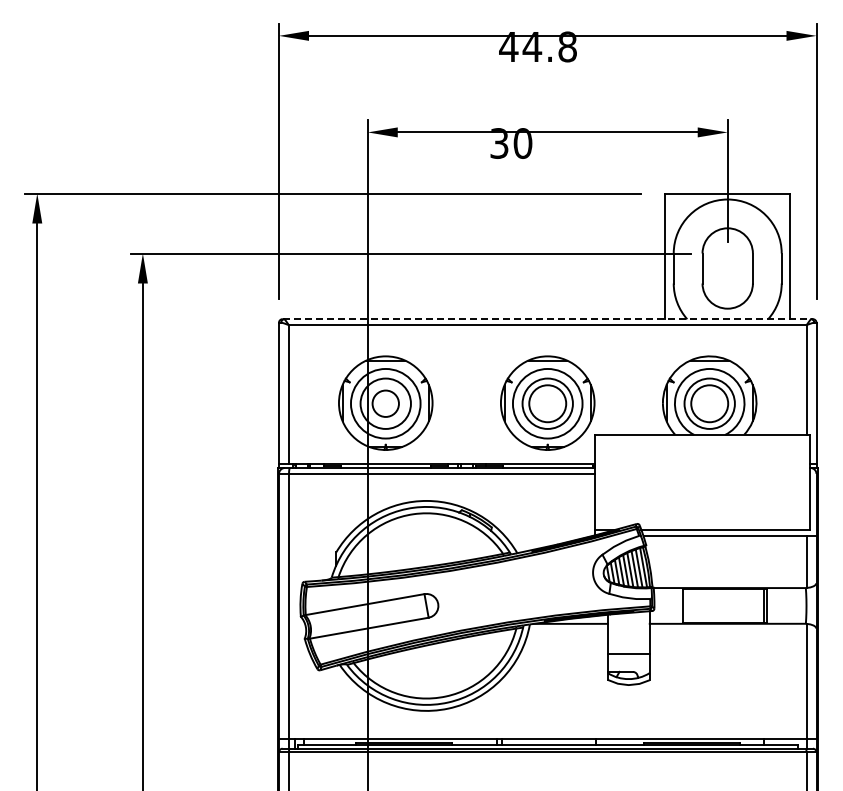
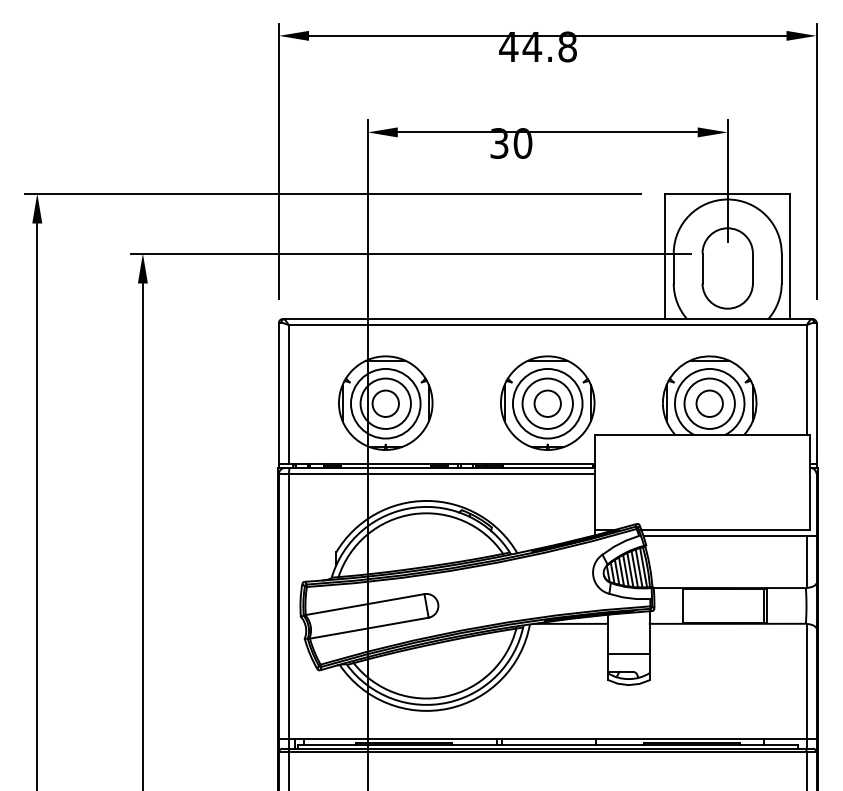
line at (548, 319): dashed -> solid
circle at (547, 403) diameter: 37 px -> 26 px
circle at (709, 403) diameter: 37 px -> 26 px
